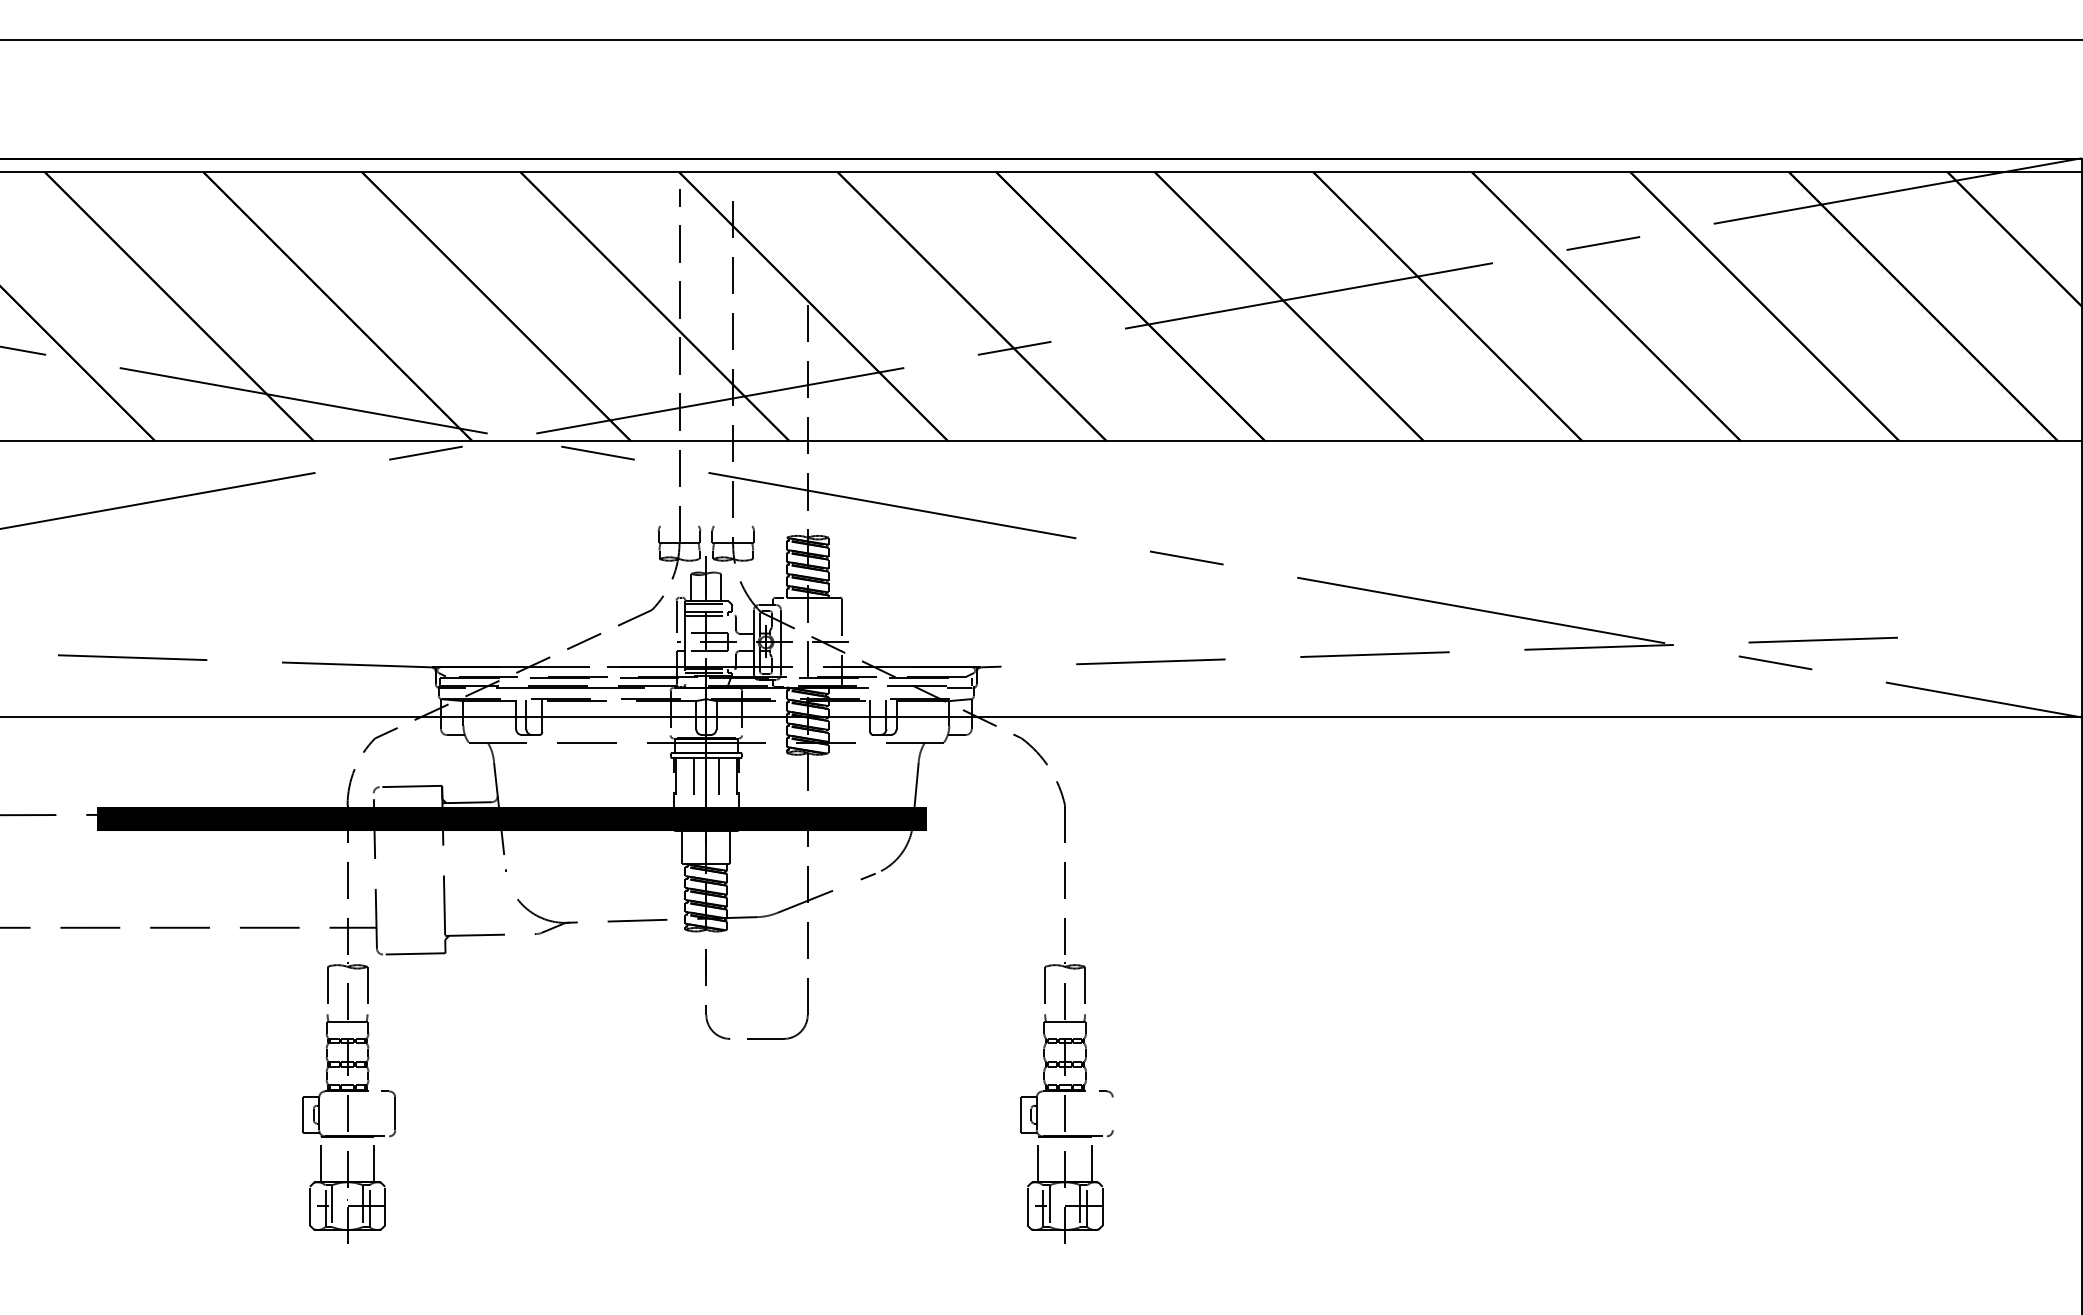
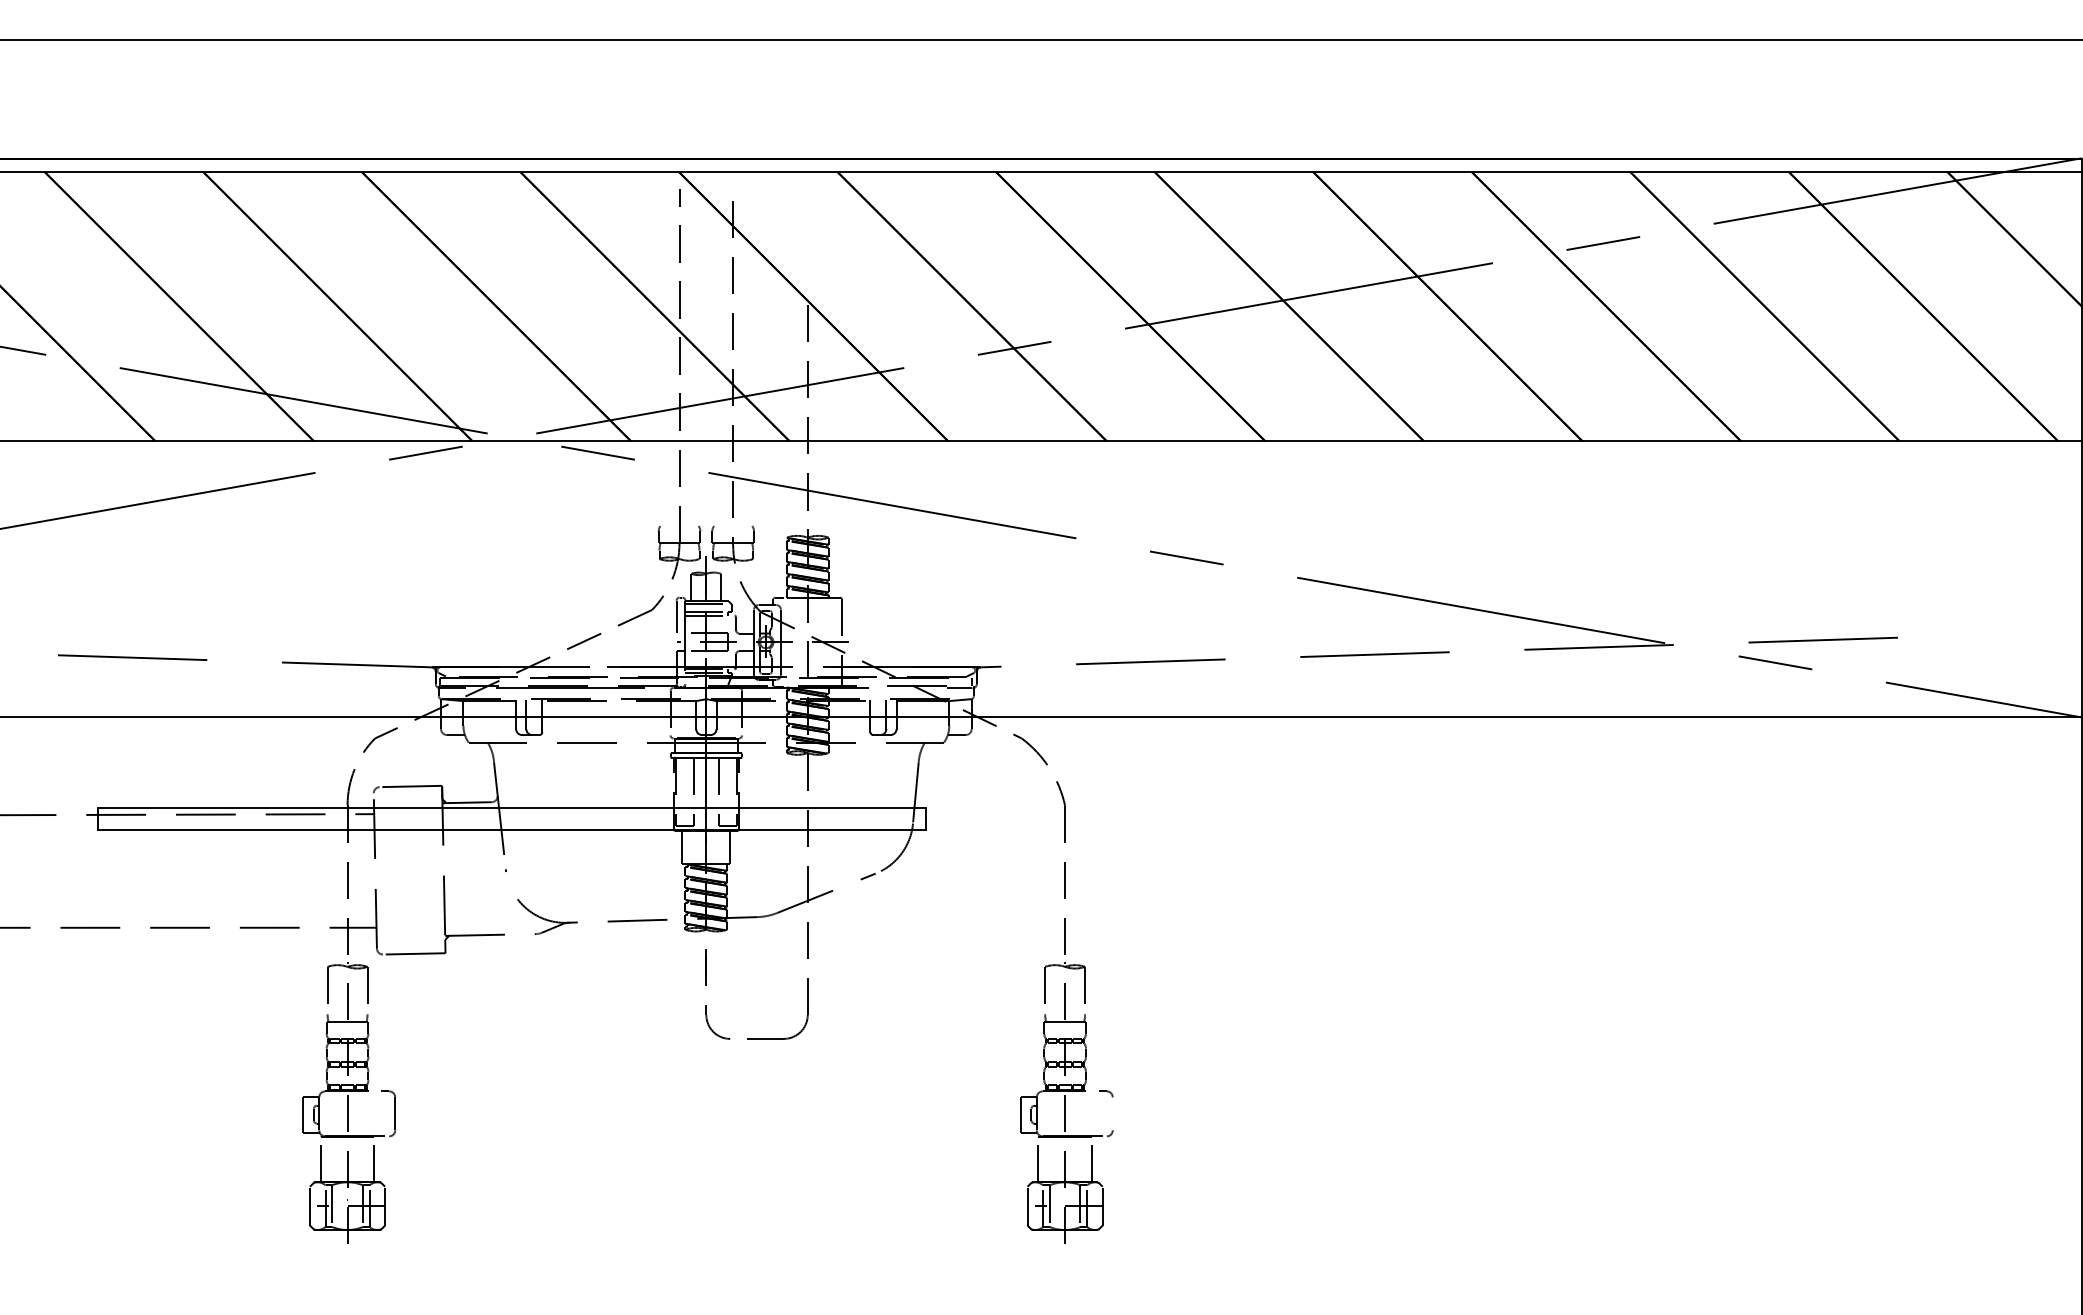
hatch at (511, 819): present -> none
